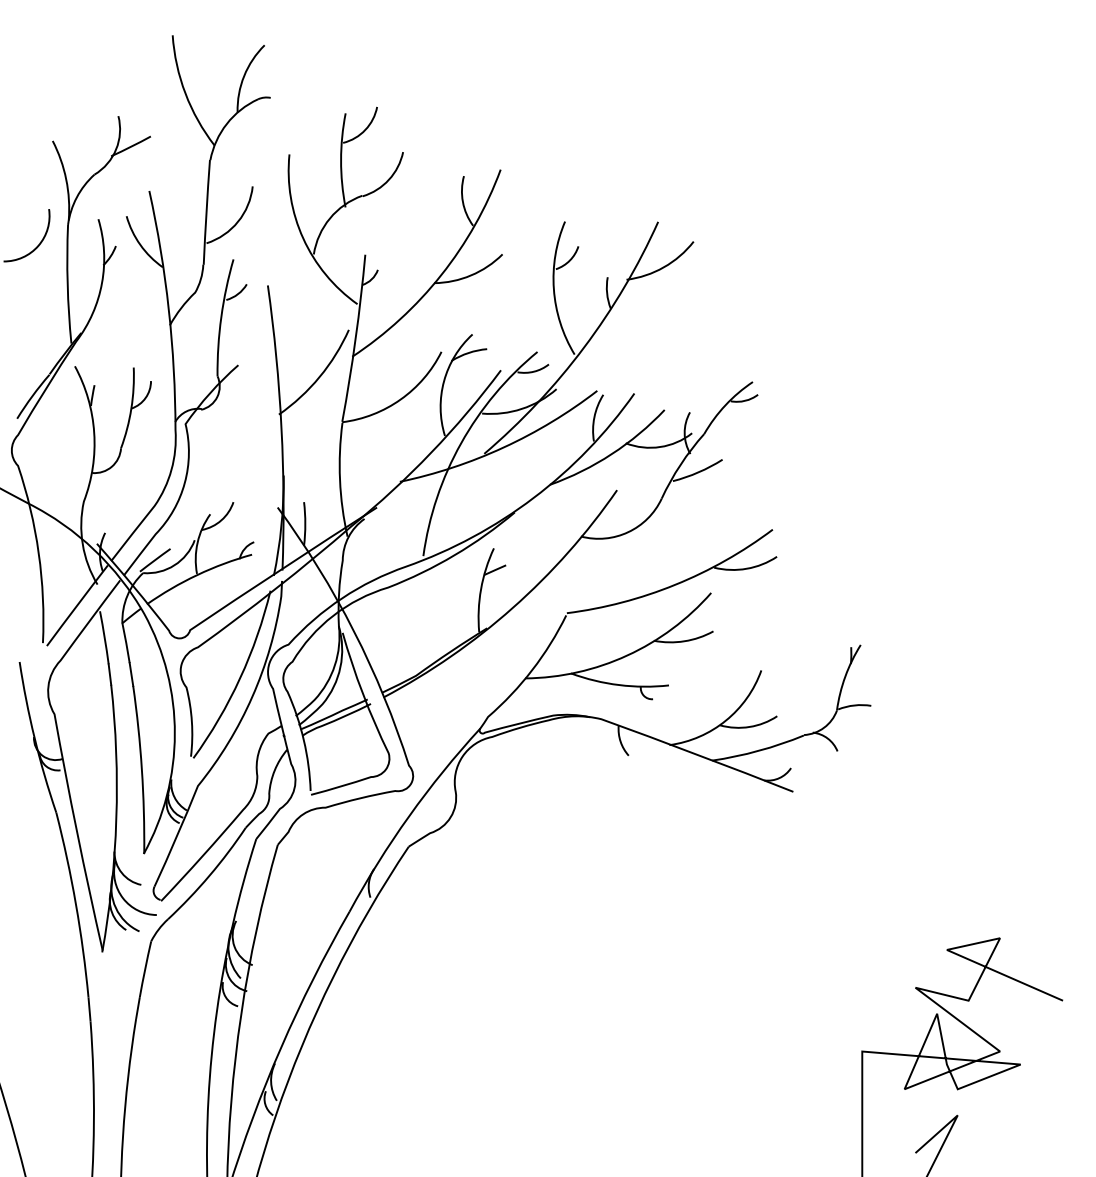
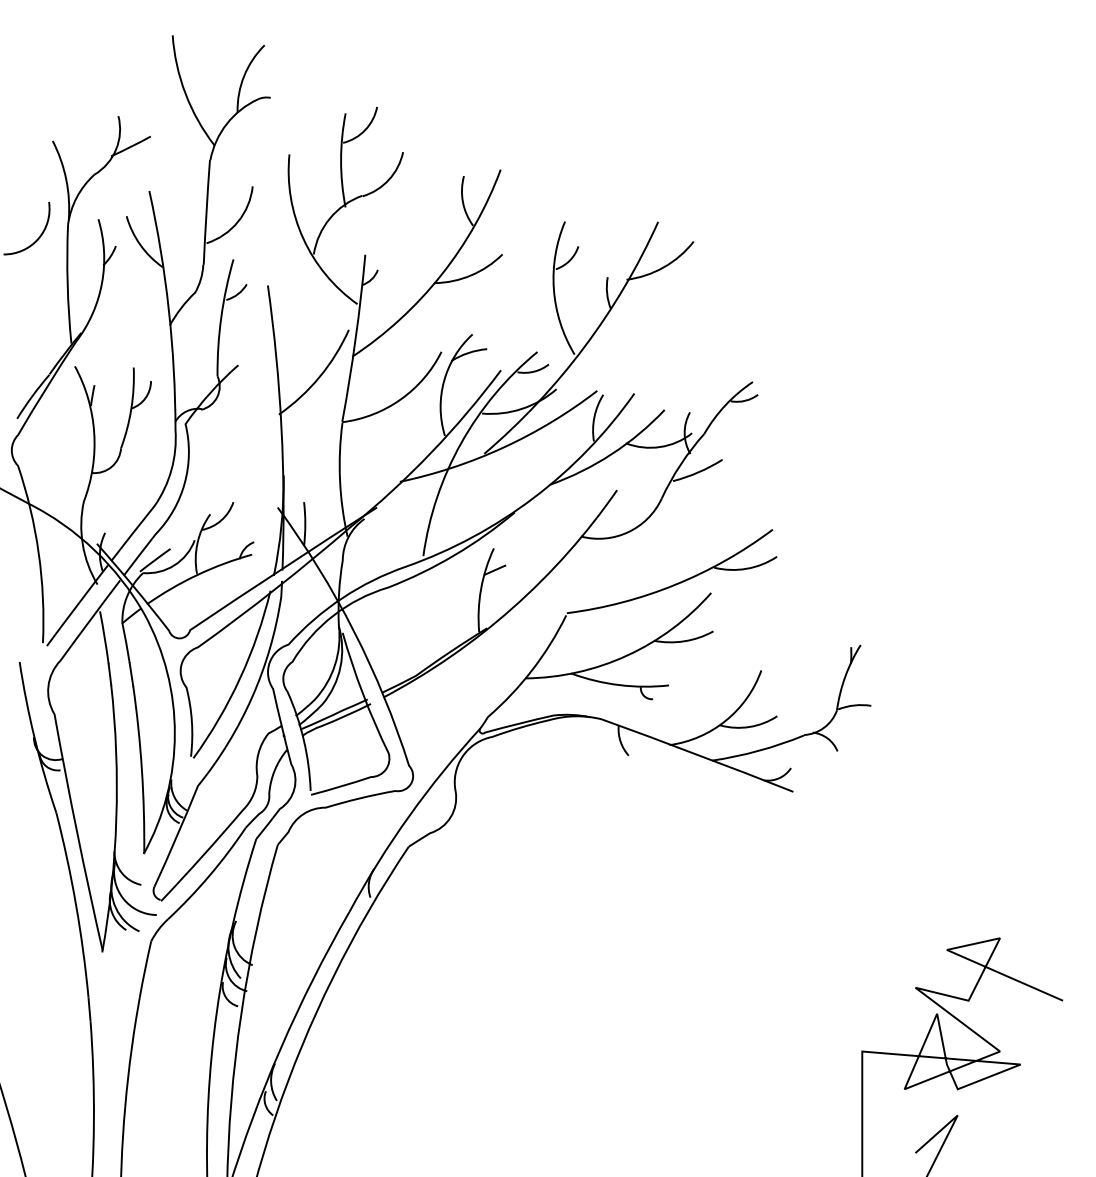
arc at (39, 242) position: (39, 242) -> (39, 235)
